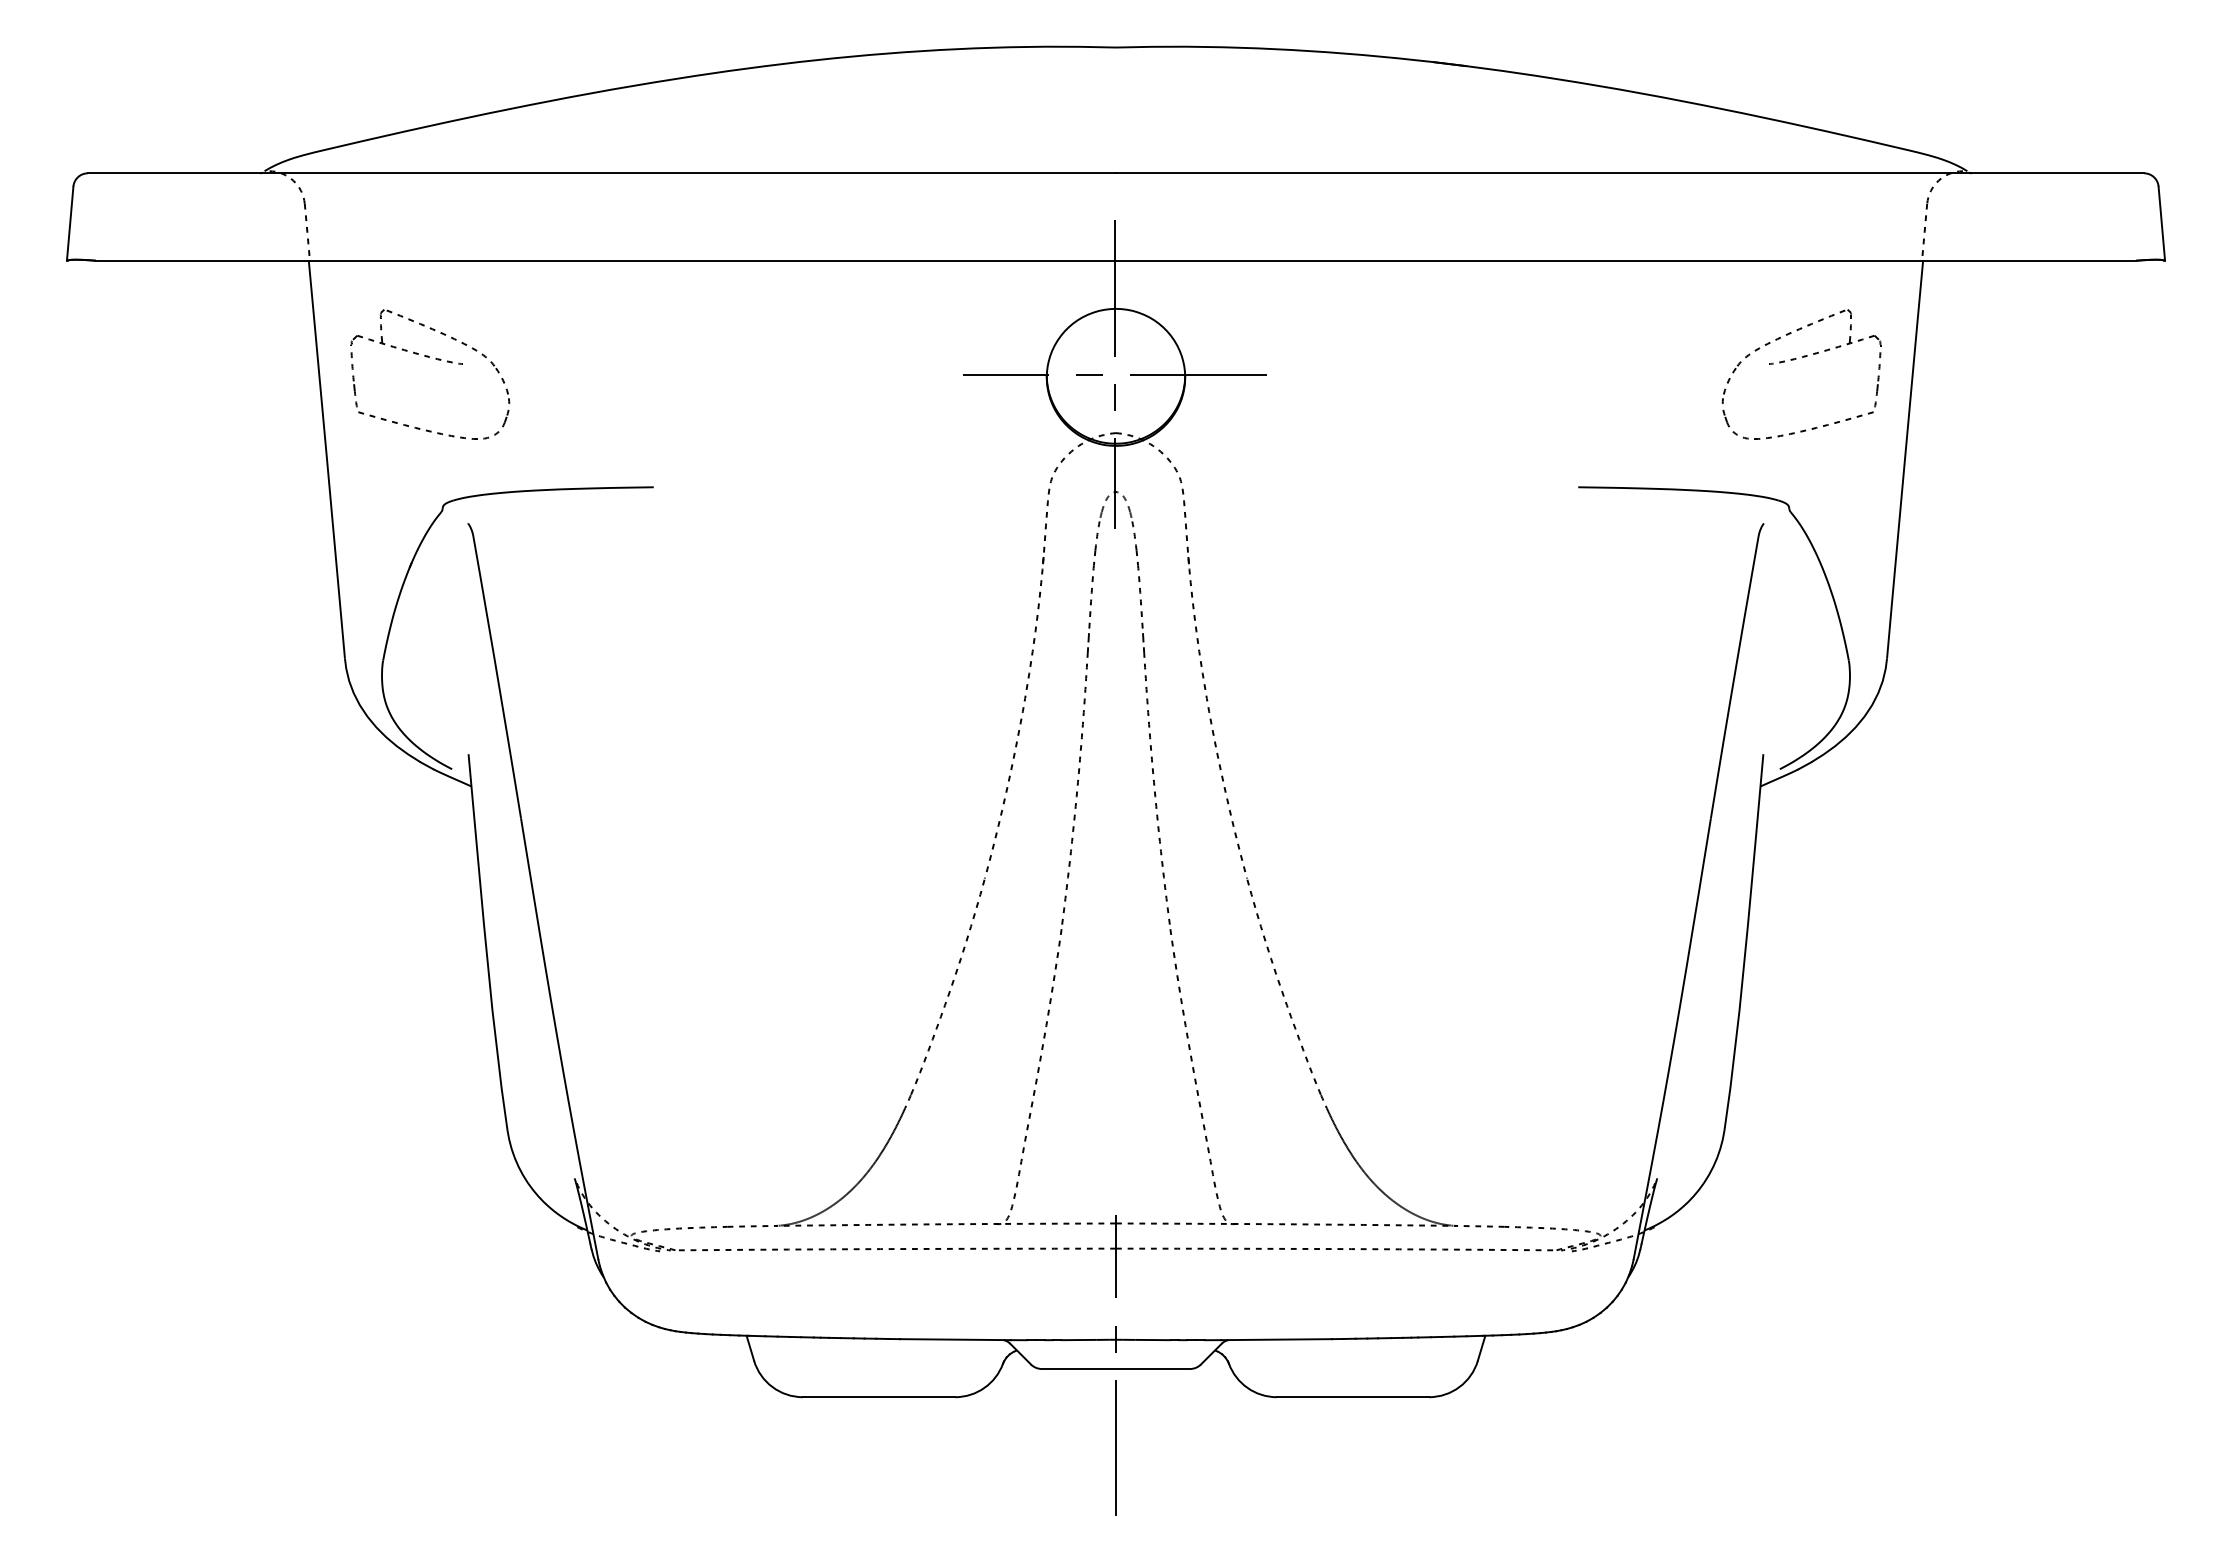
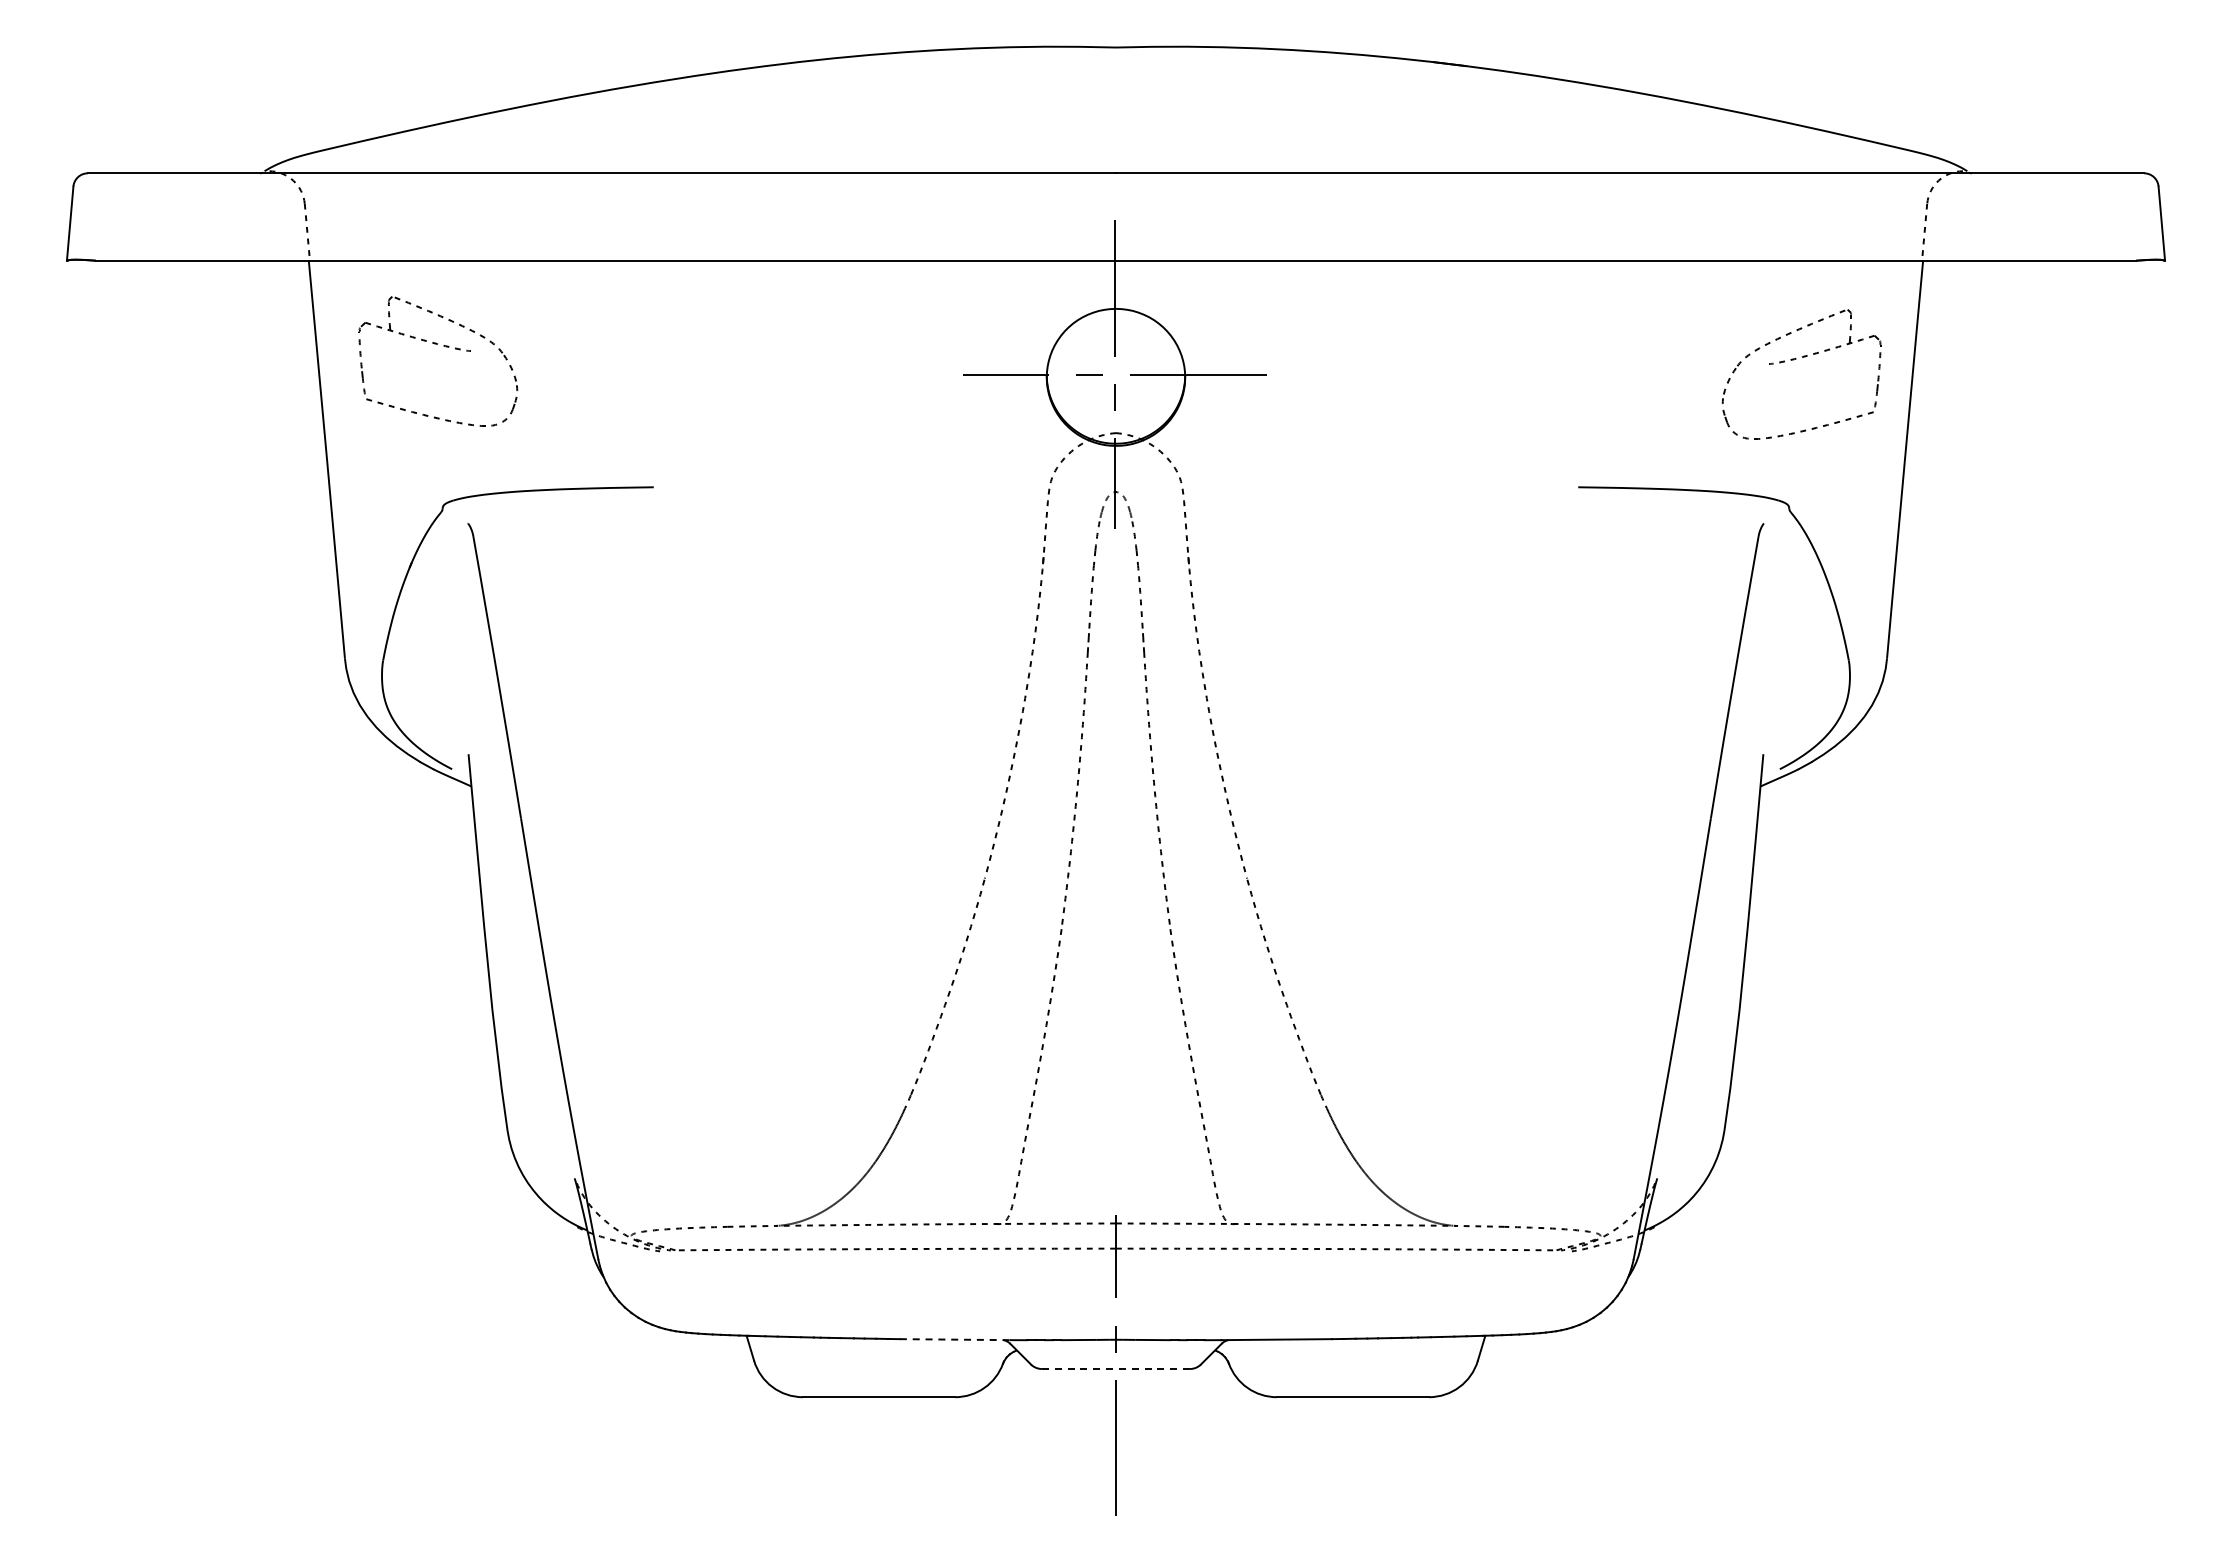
part at (435, 359) position: (435, 359) -> (443, 346)
line at (955, 1339): solid -> dashed
line at (1116, 1368): solid -> dashed
